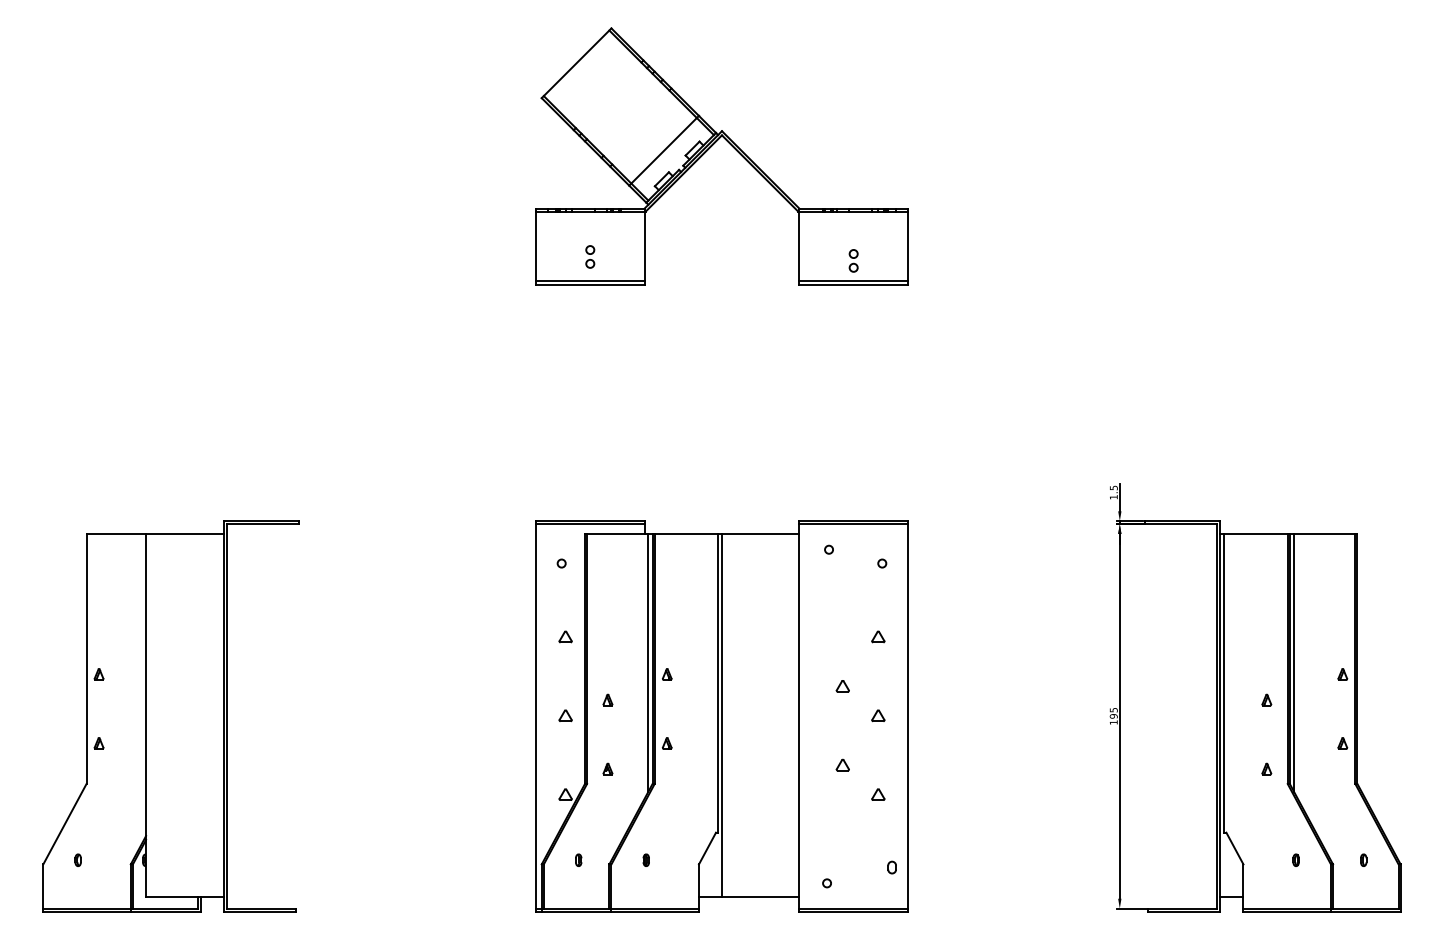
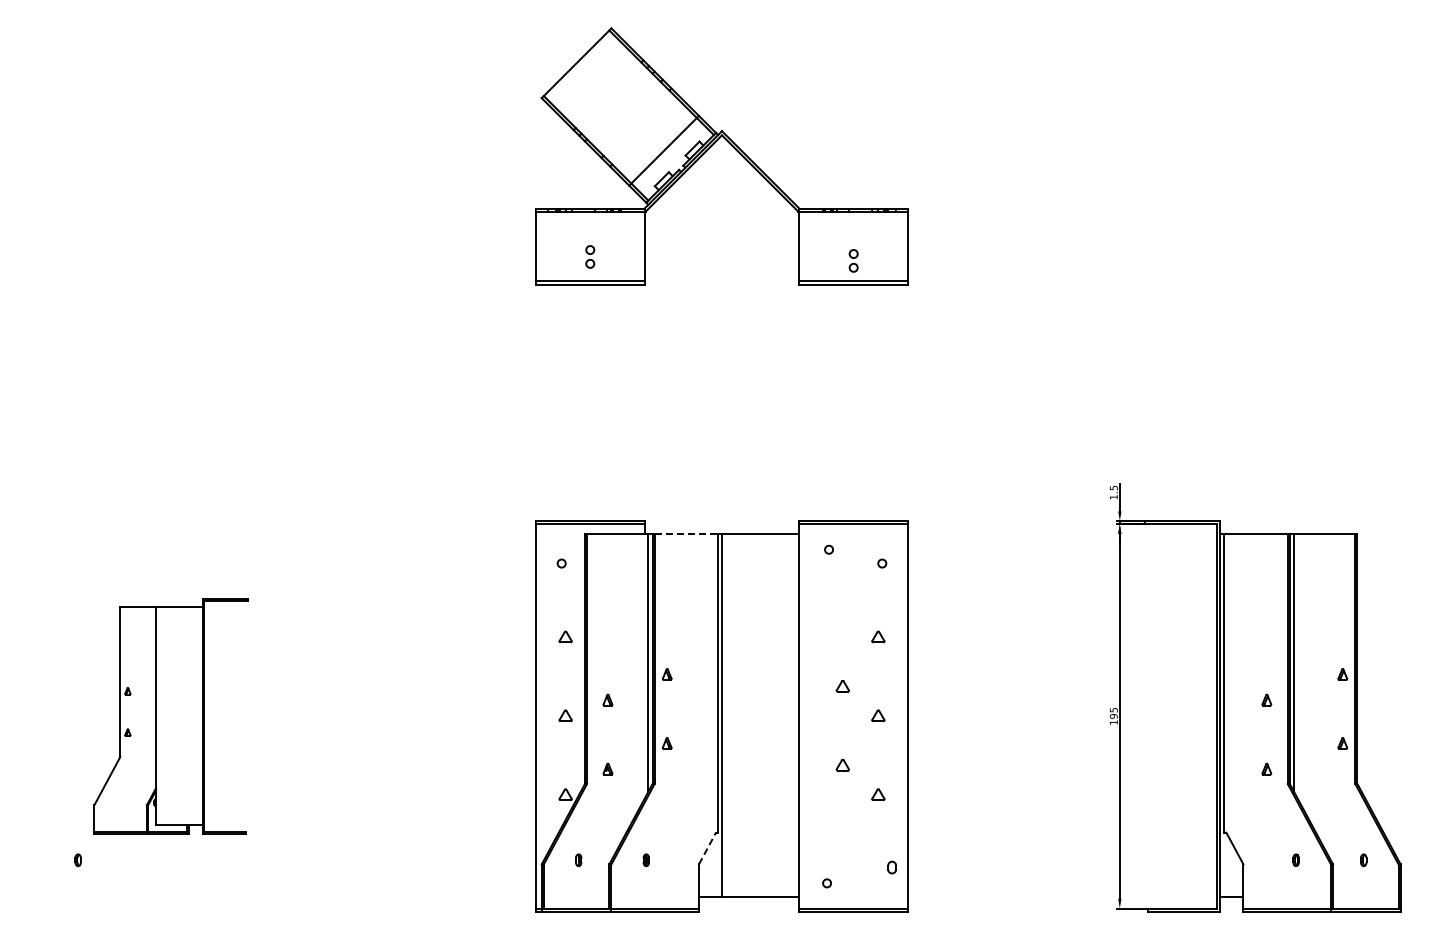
line at (686, 533): solid -> dashed
part at (170, 716) size: 258x393 px -> 156x237 px
line at (707, 848): solid -> dashed
